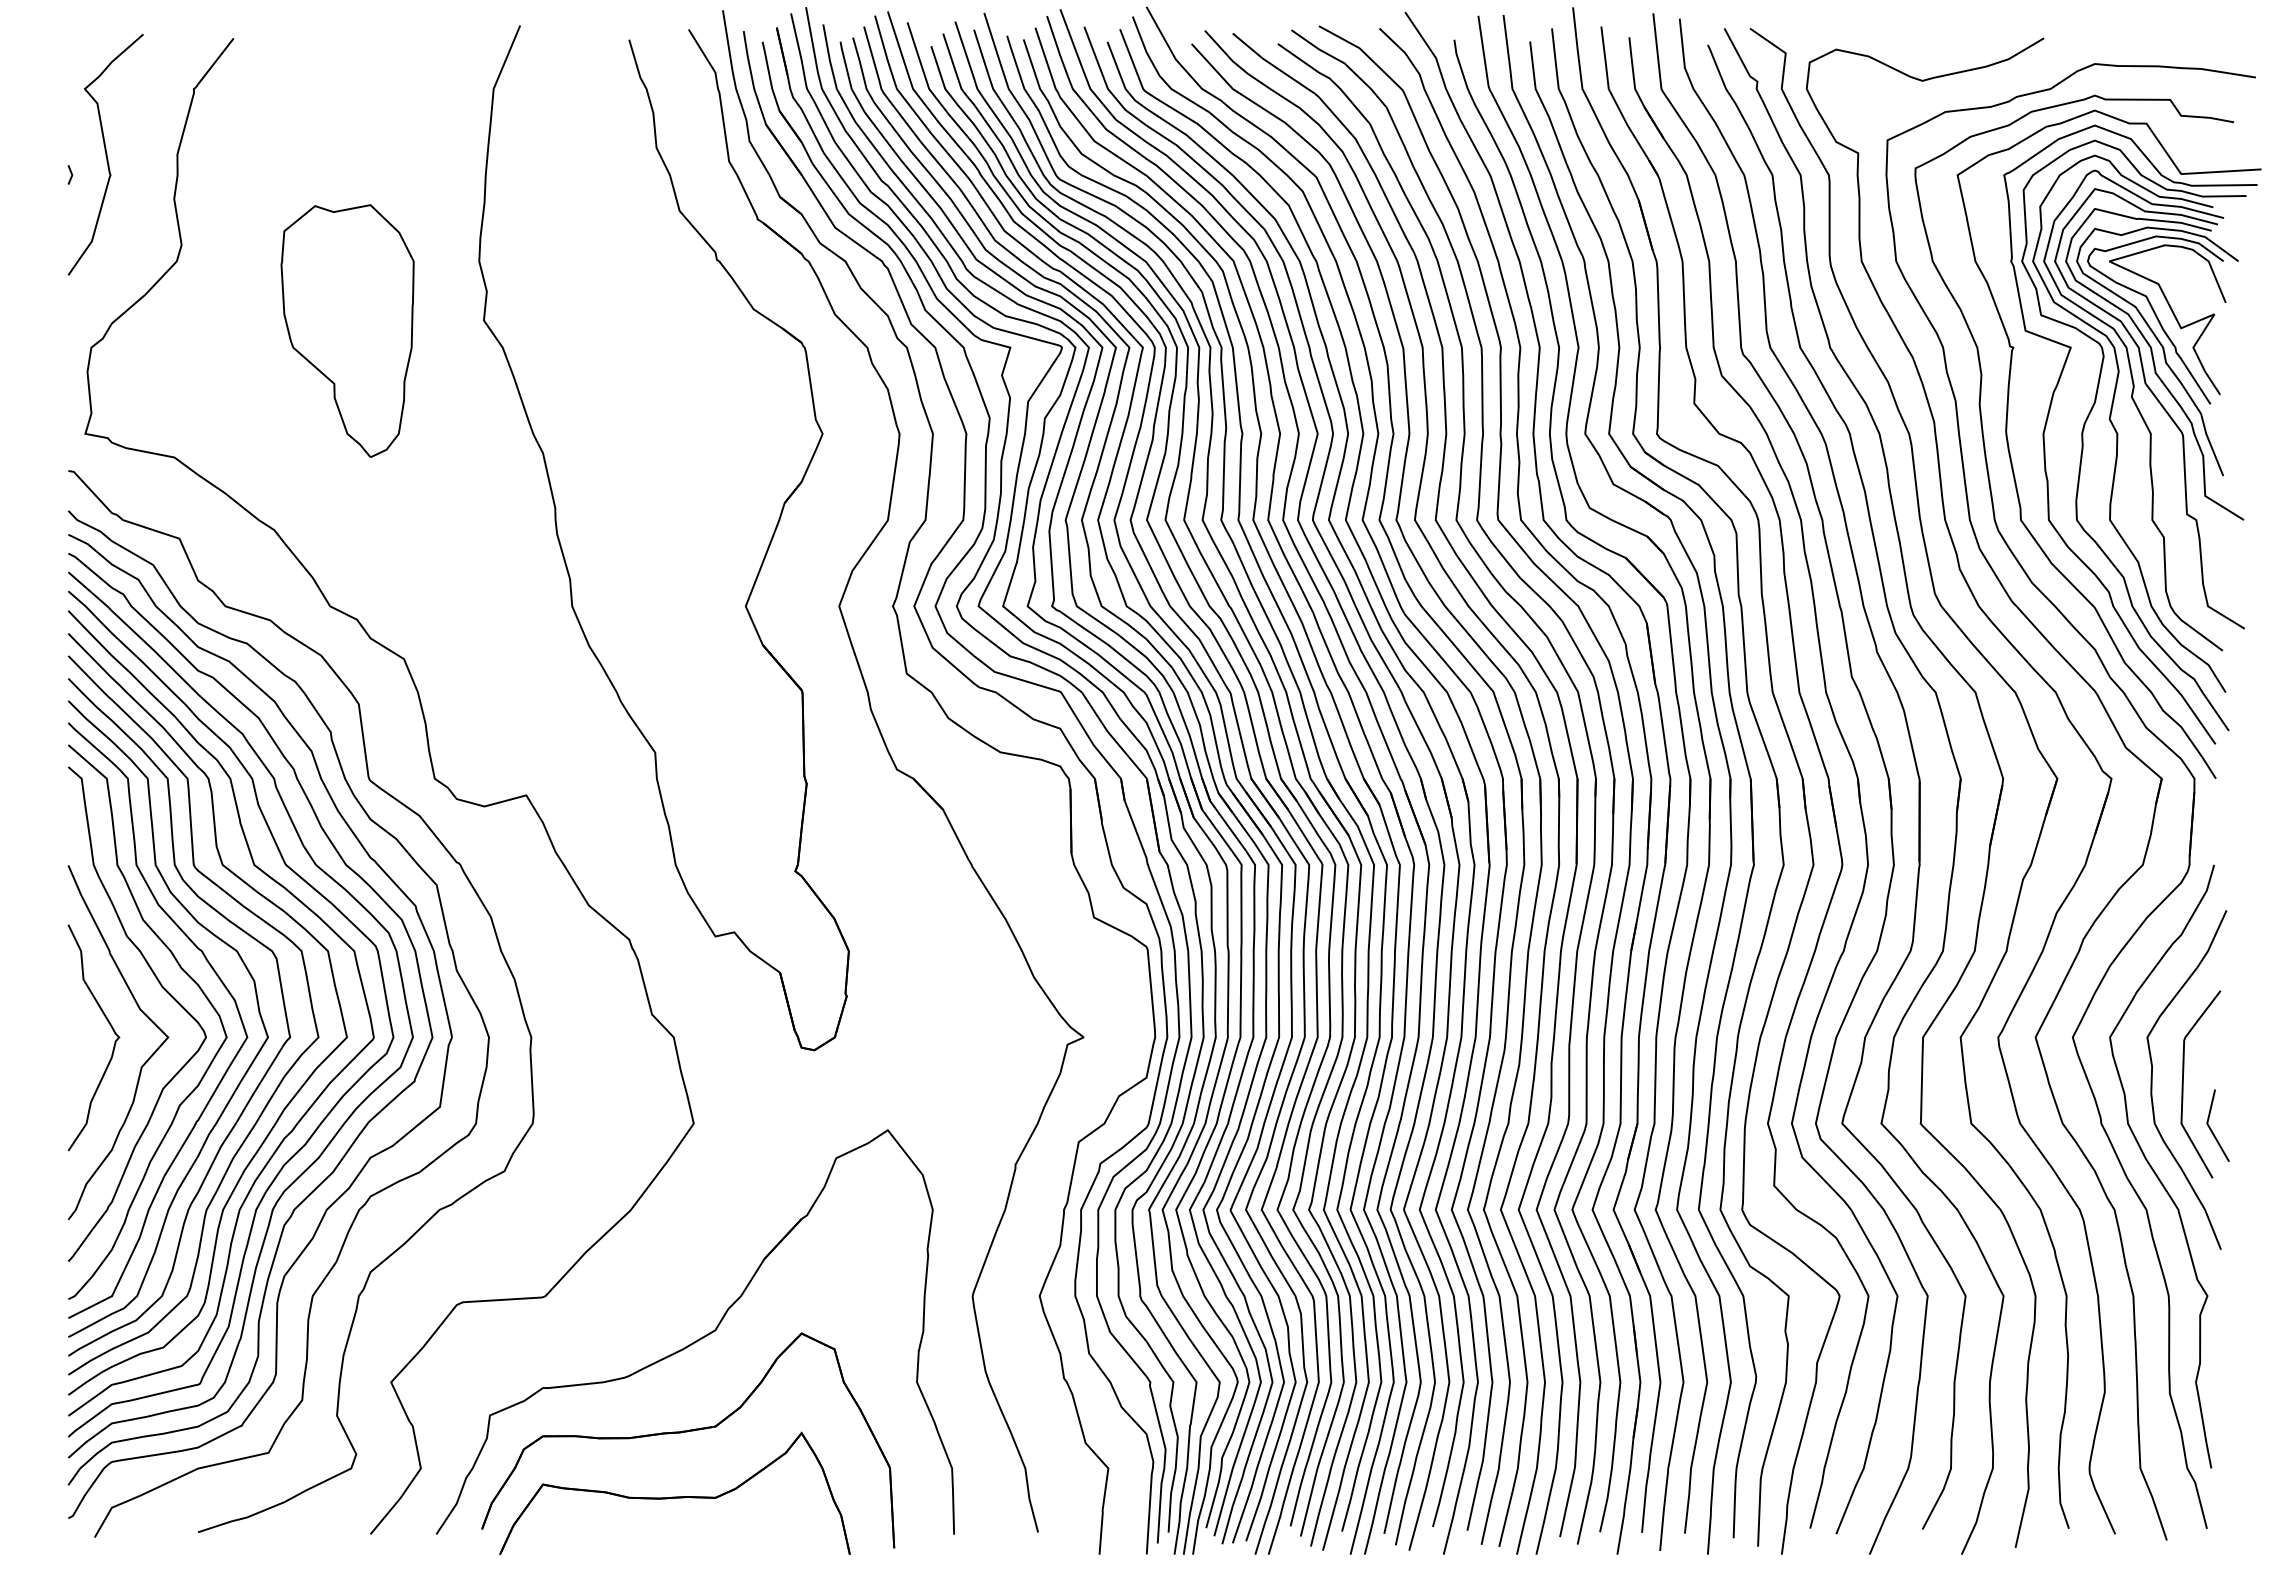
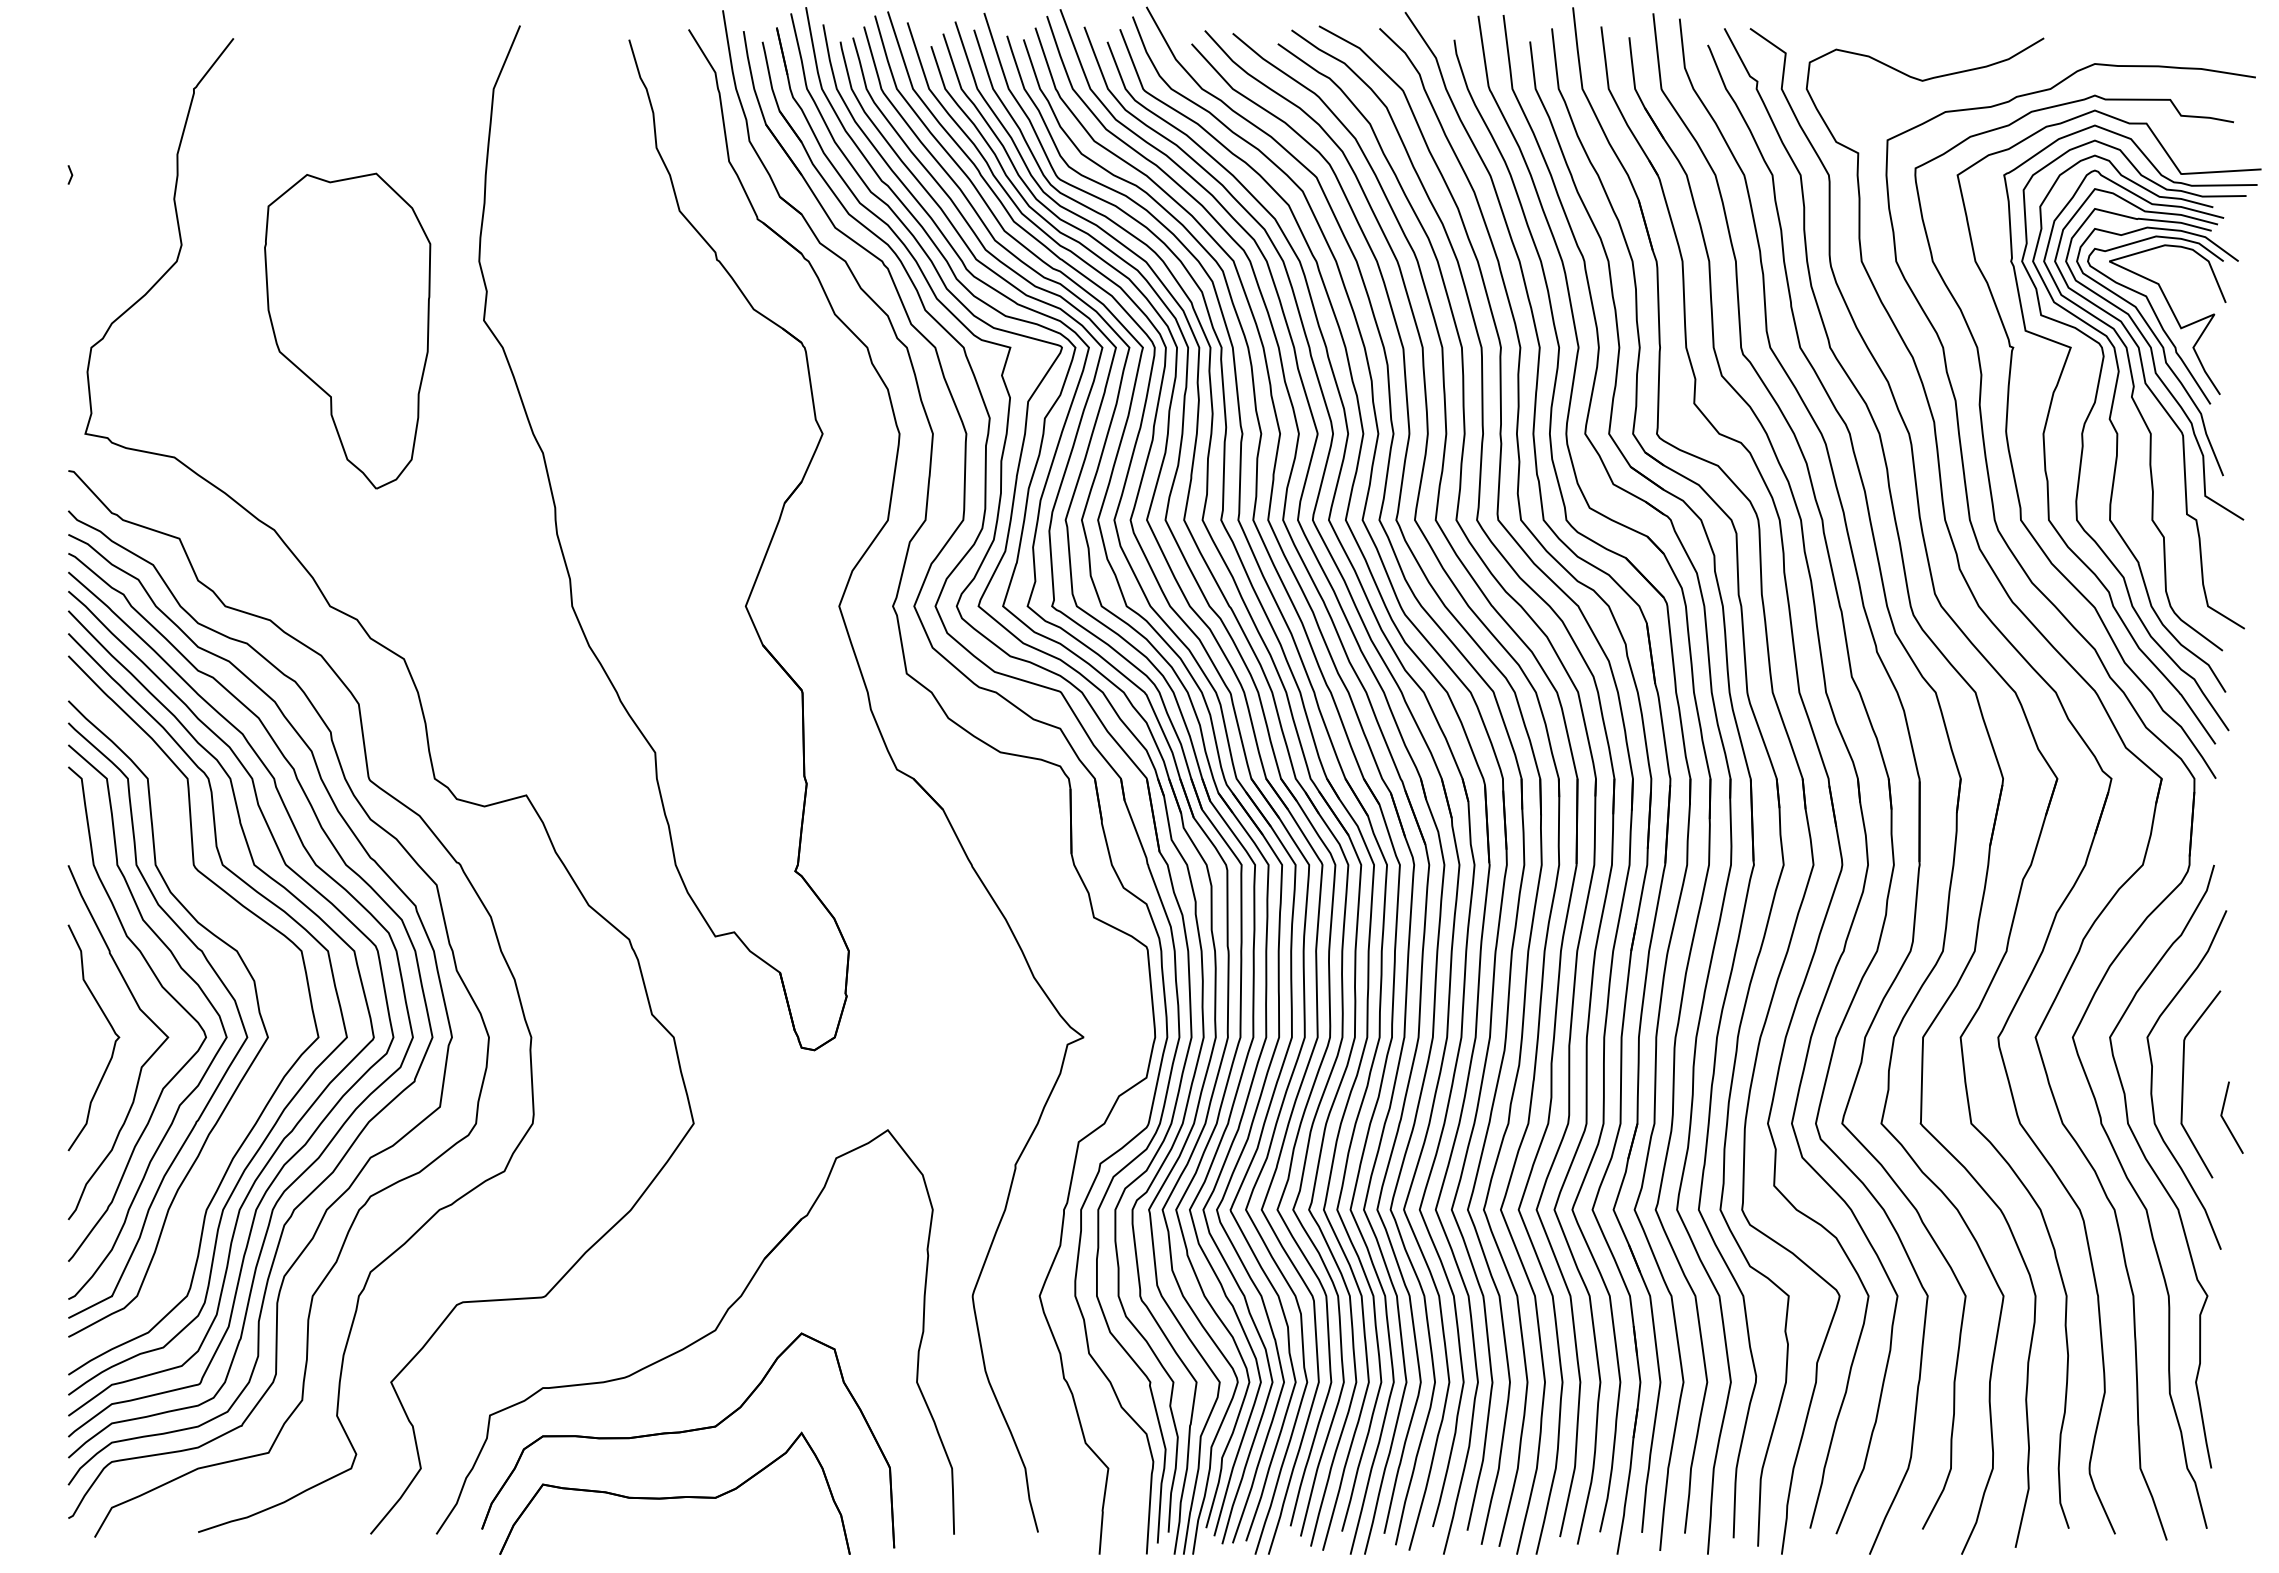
curve at (105, 154): present -> none
part at (347, 330) size: 135x254 px -> 168x318 px
curve at (266, 1070): present -> none
line at (2211, 1128) position: (2211, 1128) -> (2225, 1120)
